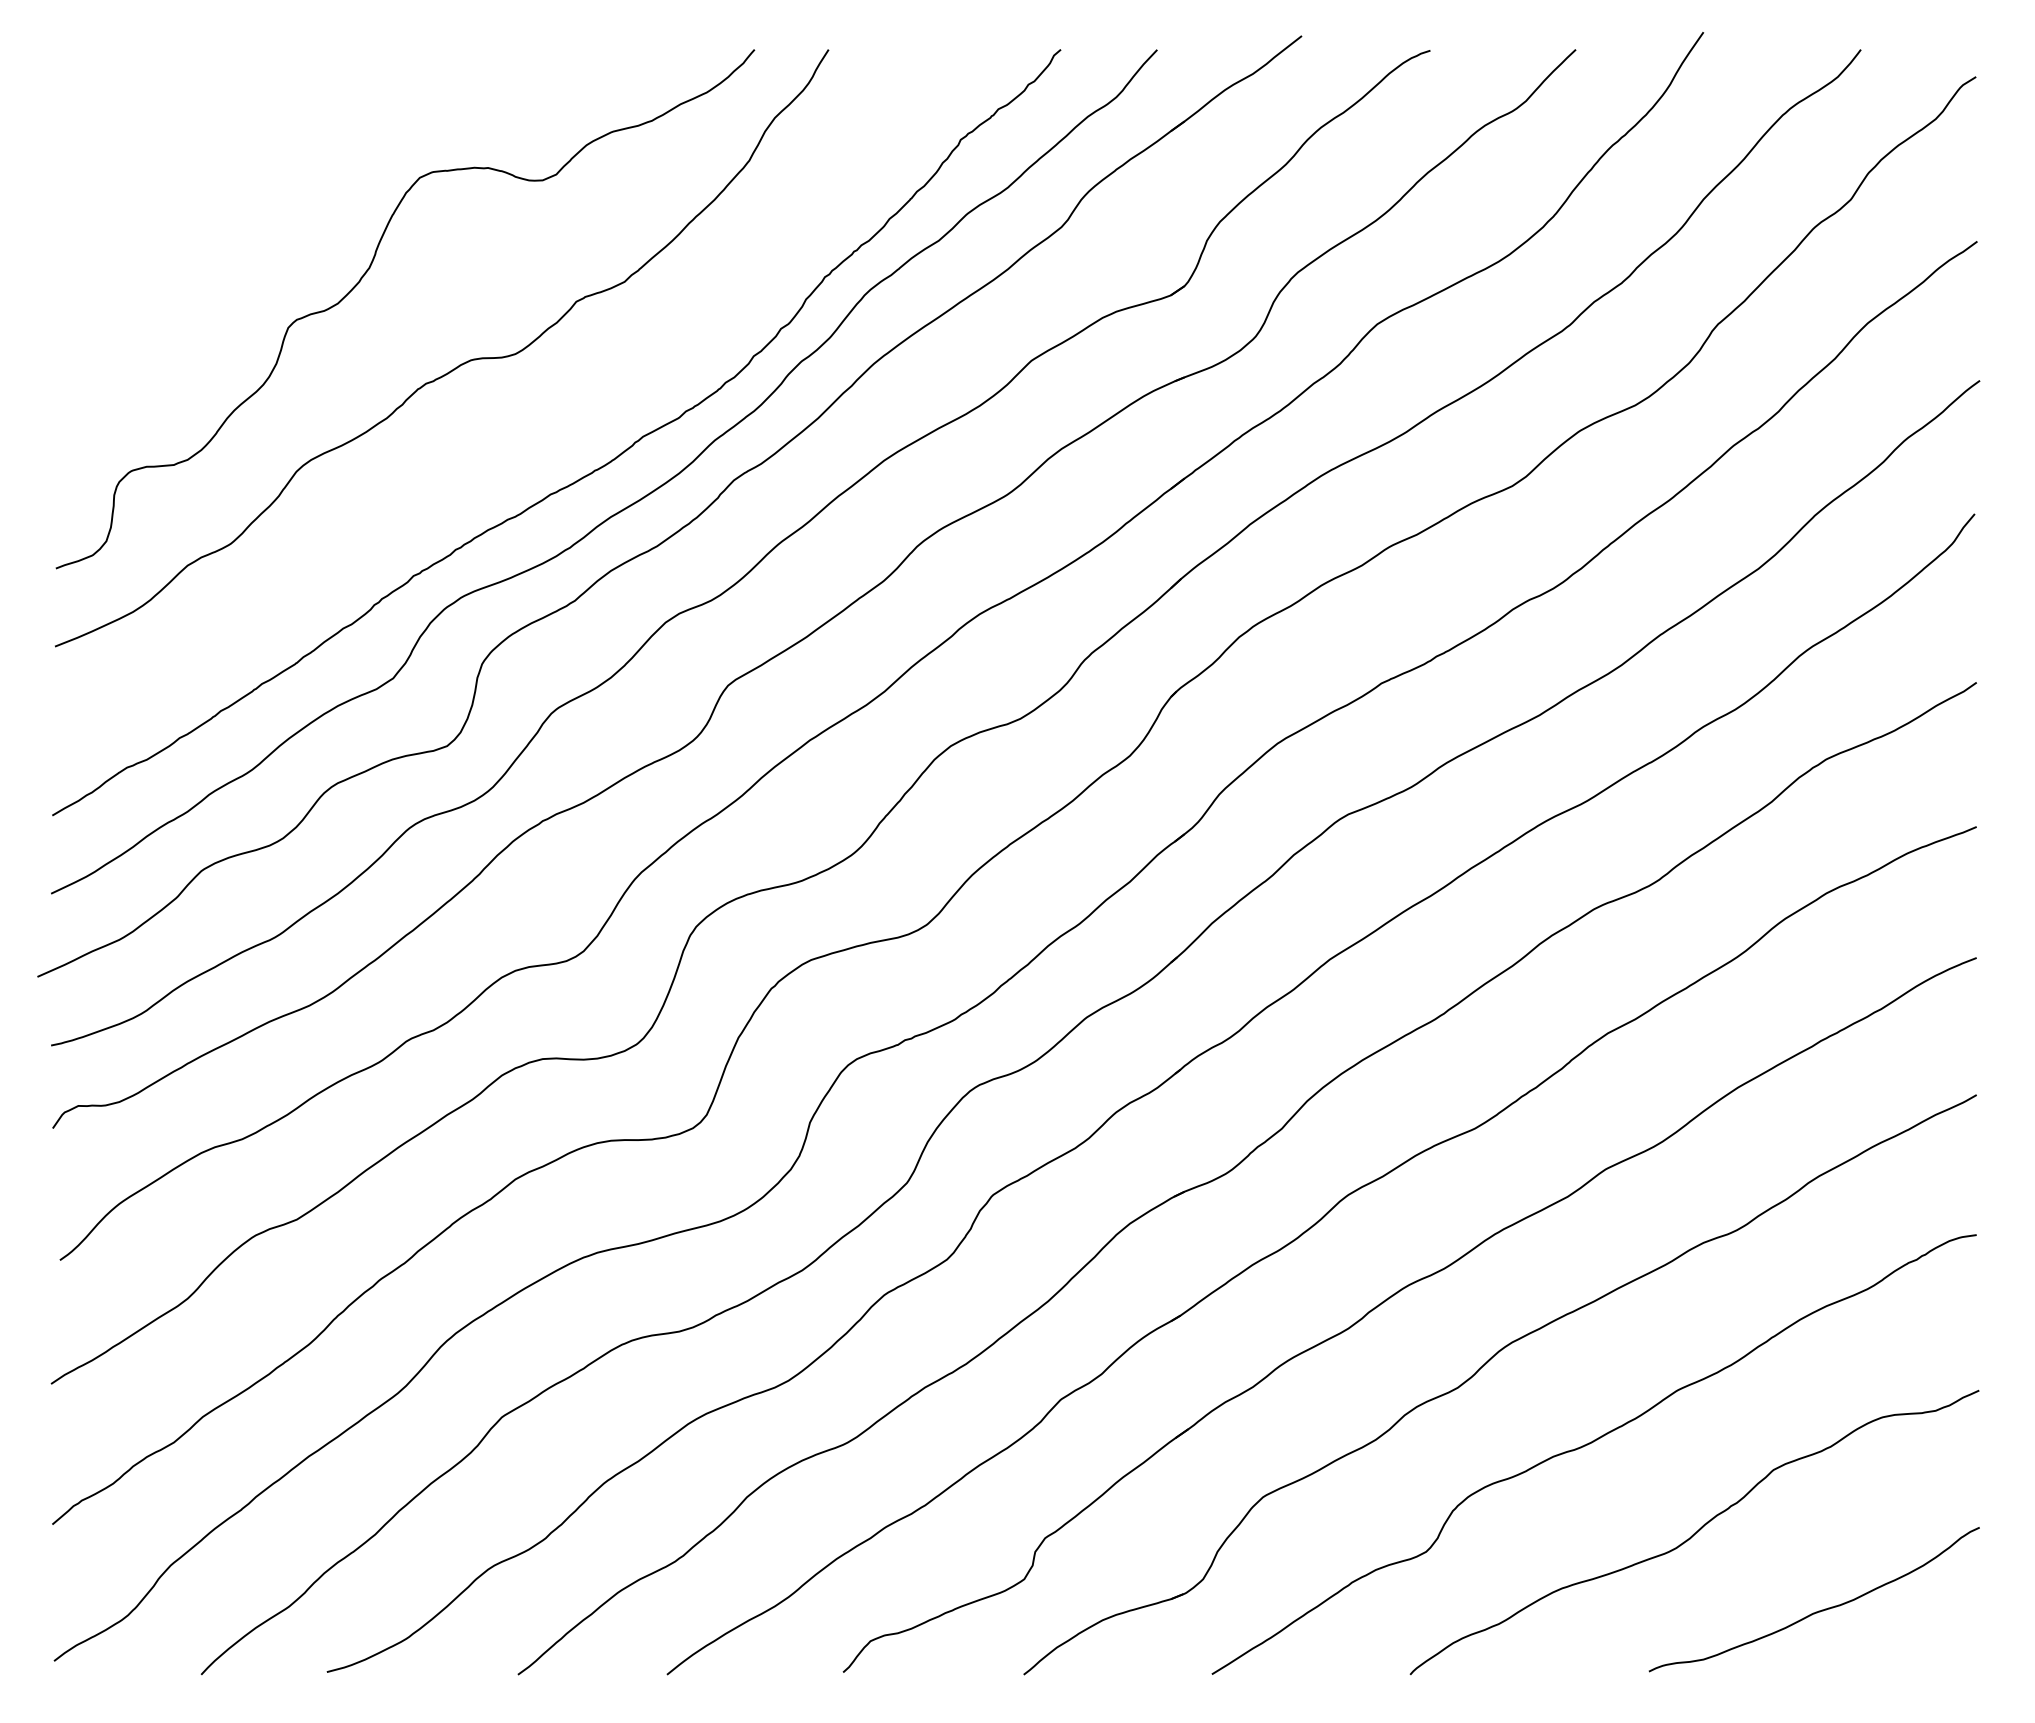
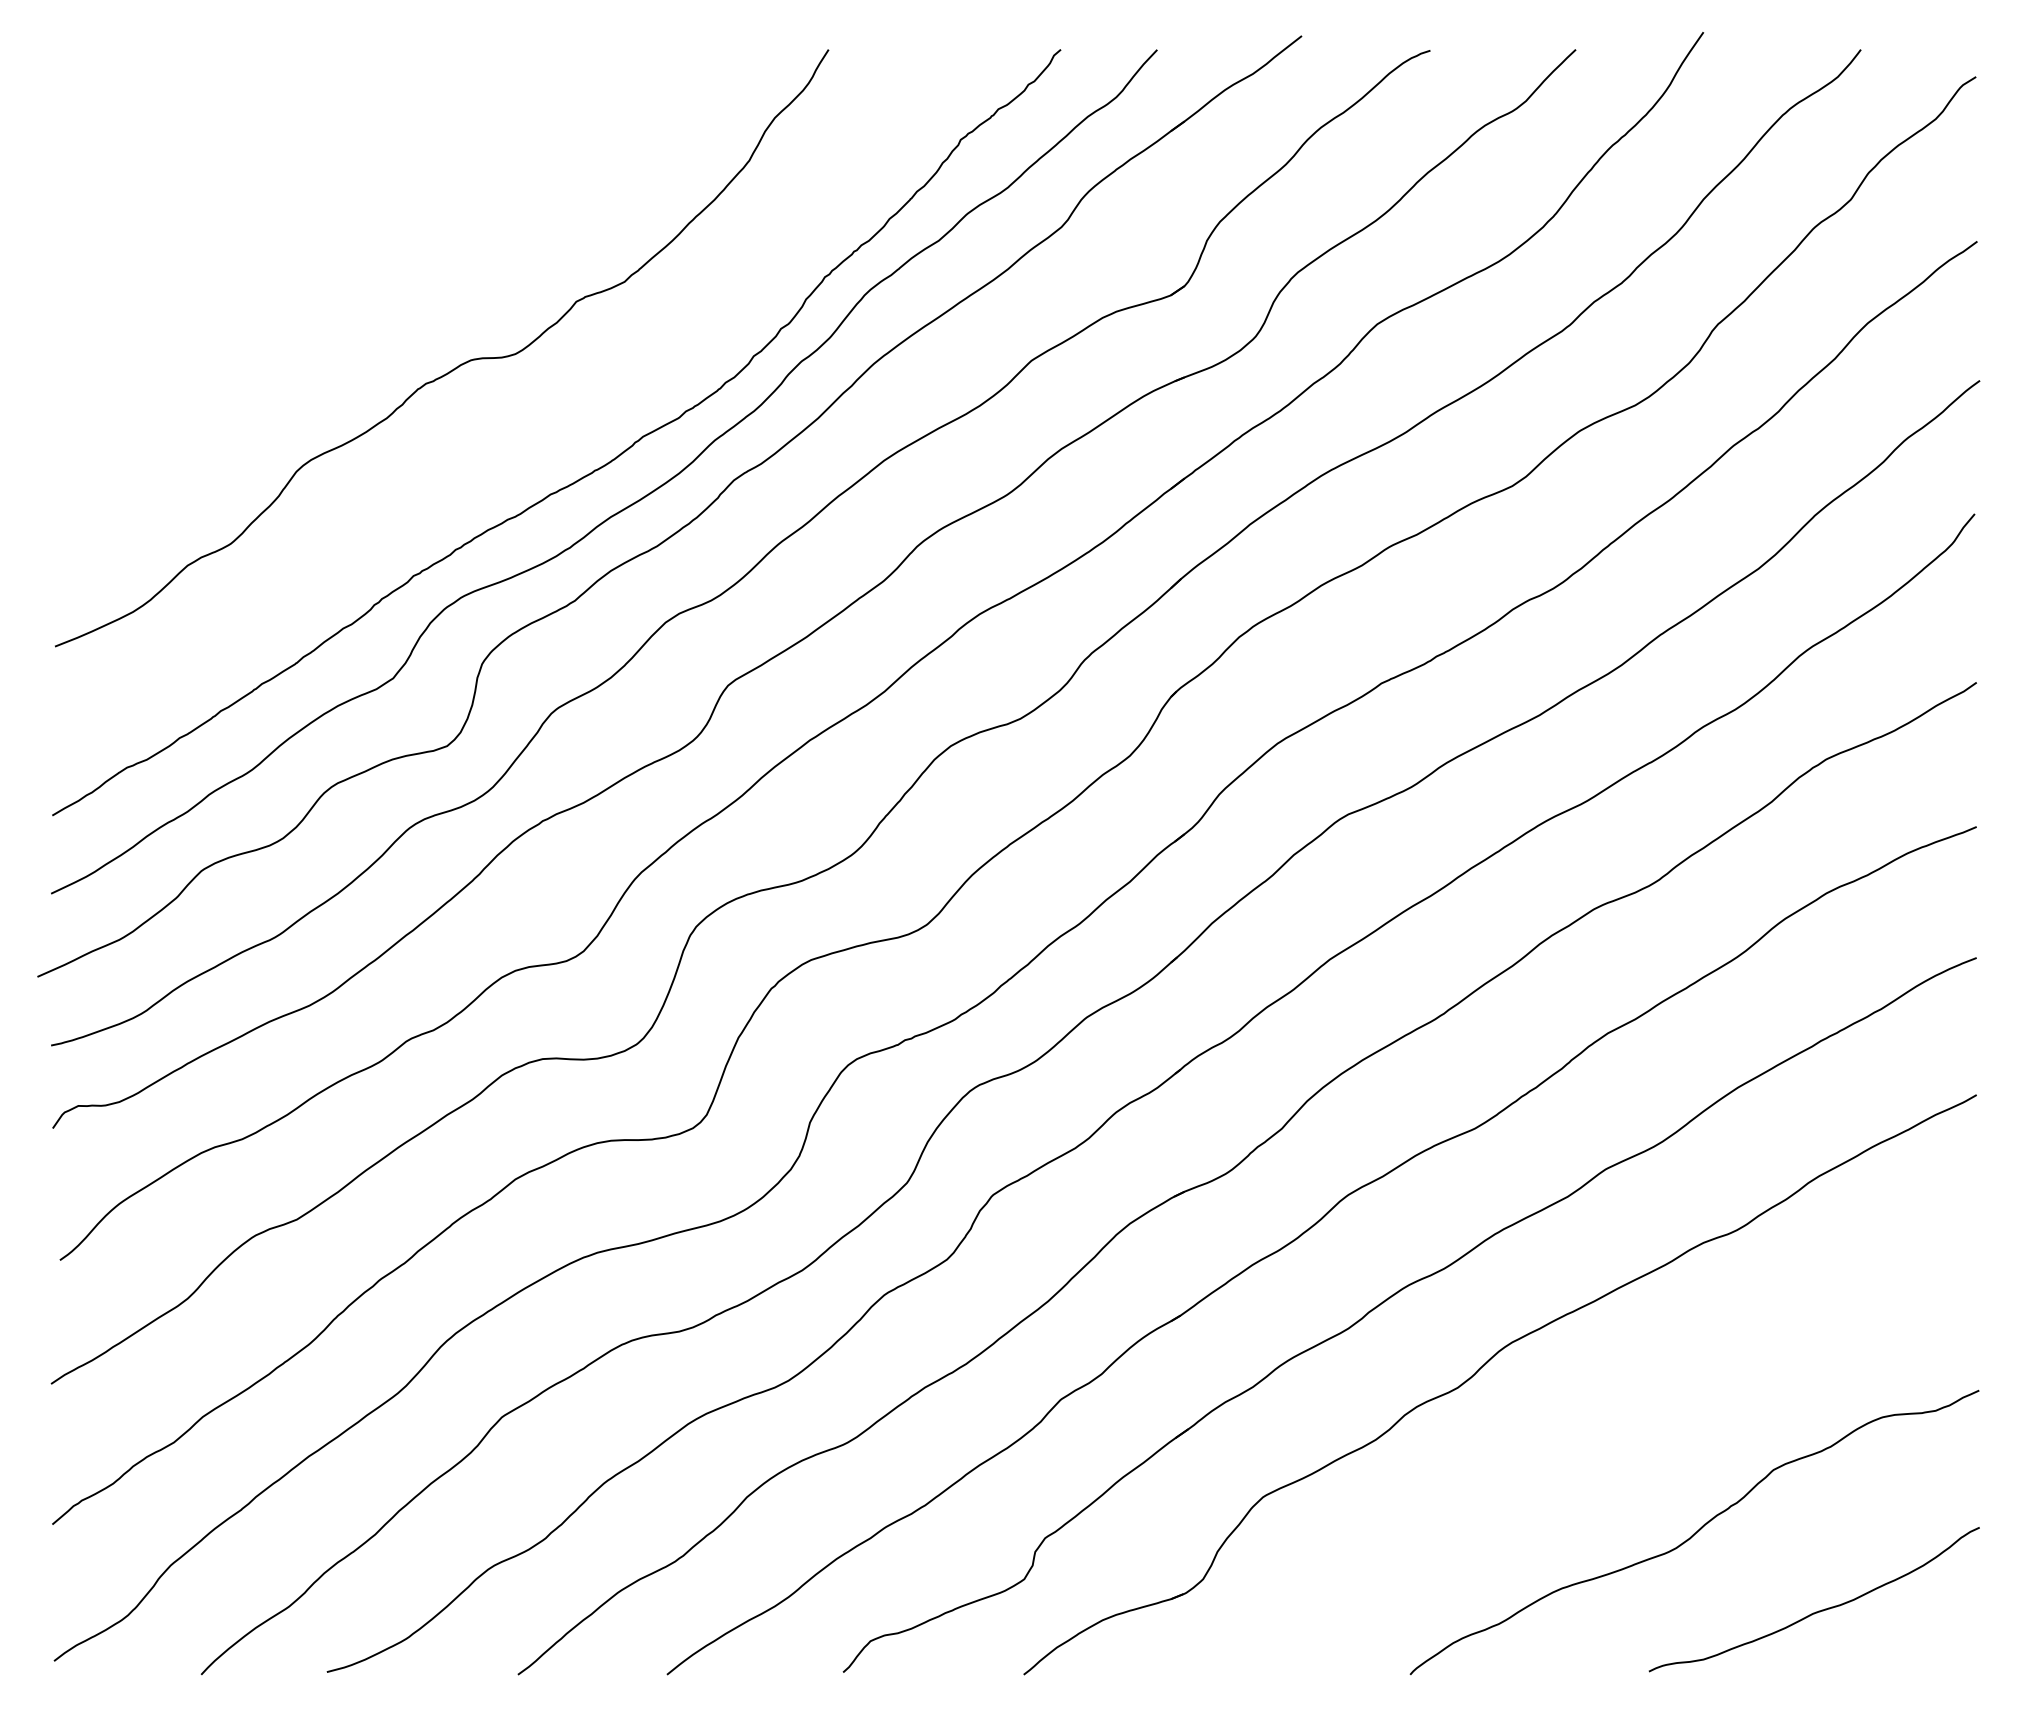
curve at (364, 276): present -> none
curve at (1589, 1444): present -> none
